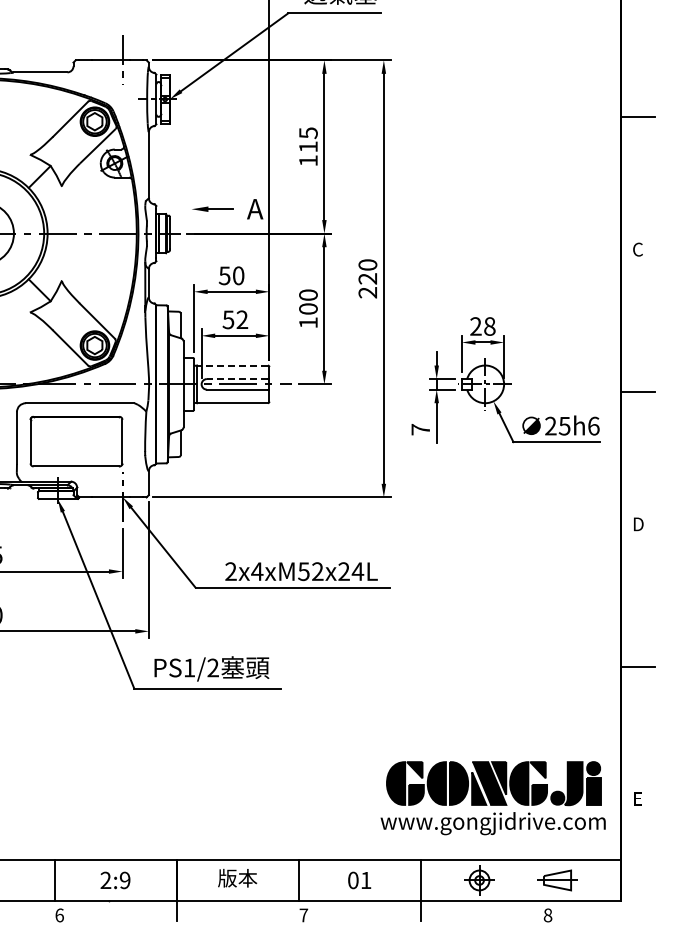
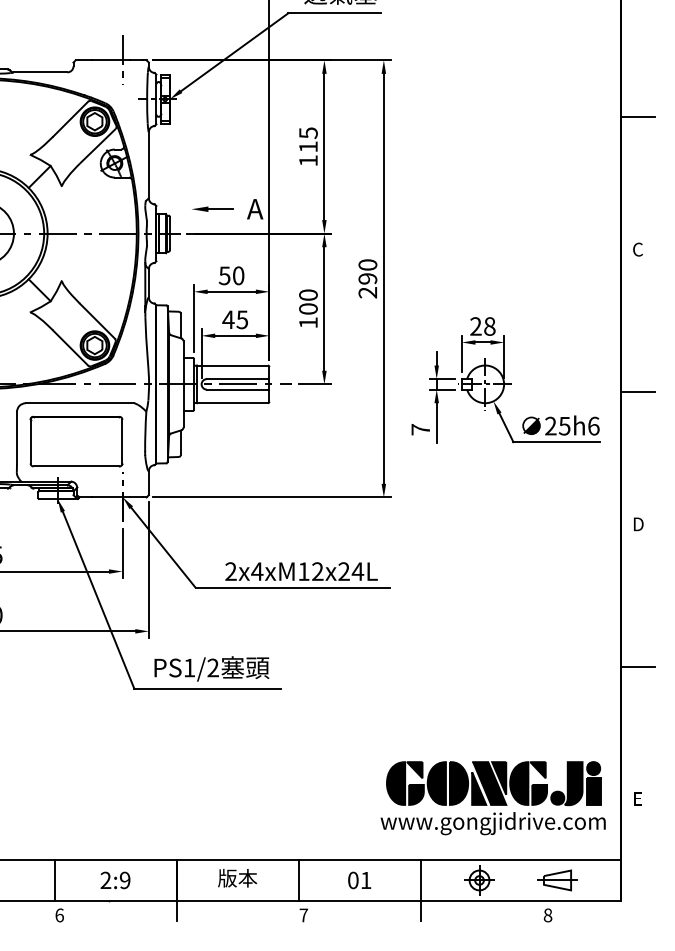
text at (367, 278): 220 -> 290
text at (235, 319): 52 -> 45
line at (232, 365): dashed -> solid
line at (237, 379): dashed -> solid
text at (303, 571): 2x4xM52x24L -> 2x4xM12x24L
